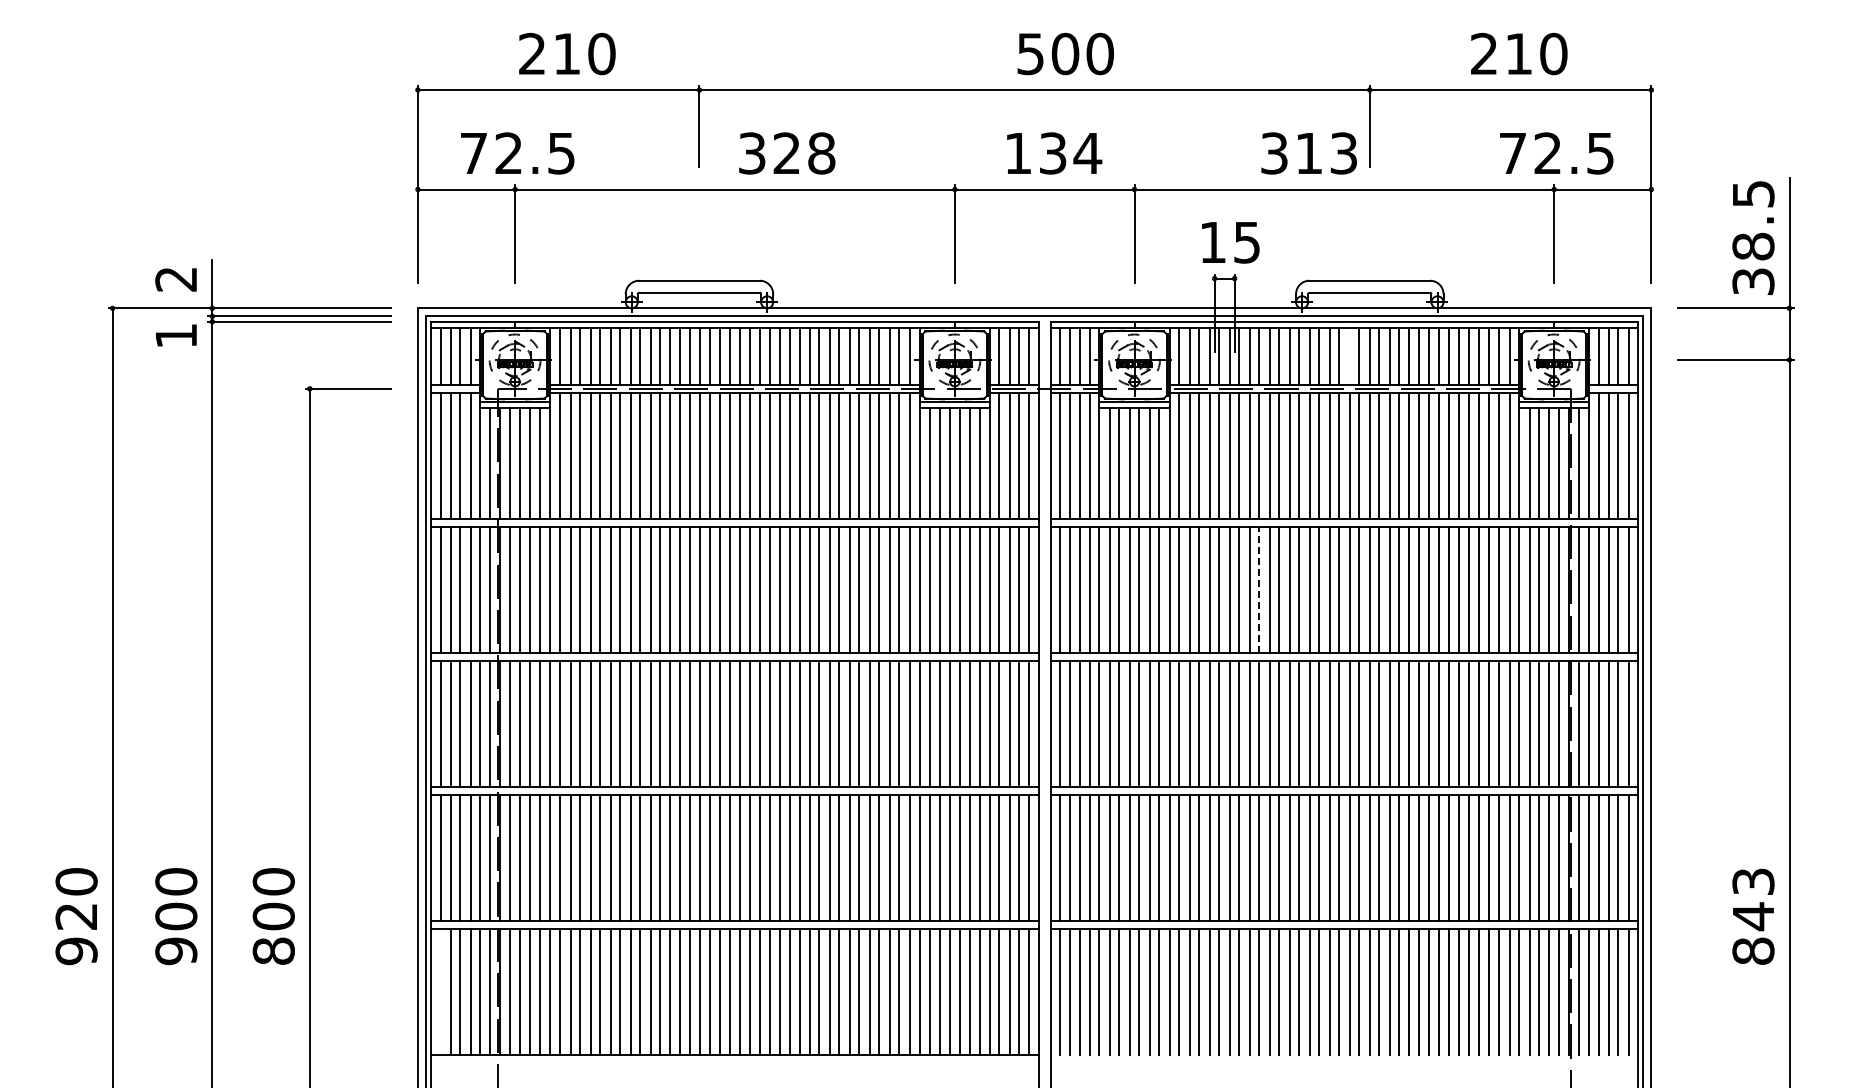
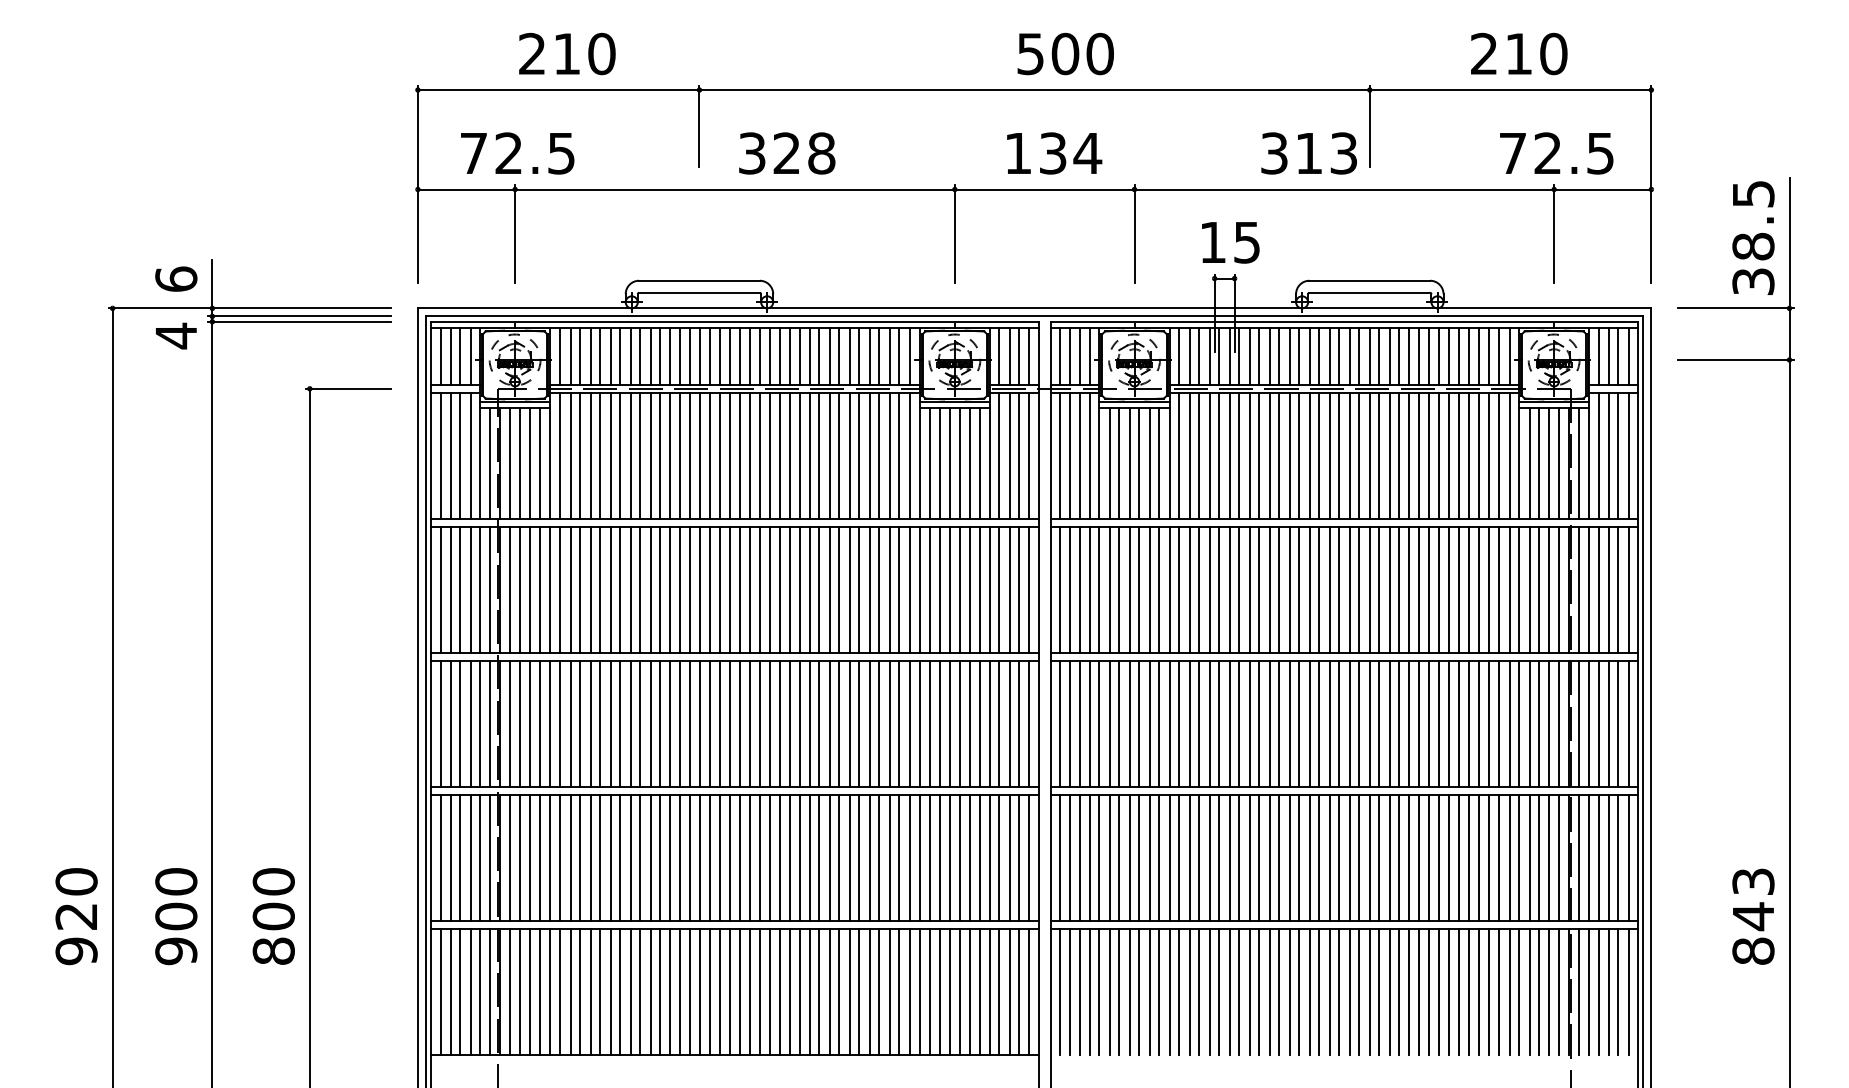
text at (176, 278): 2 -> 6
text at (175, 335): 1 -> 4
line at (1349, 355): none -> present
line at (1259, 589): dashed -> solid
line at (440, 992): none -> present
